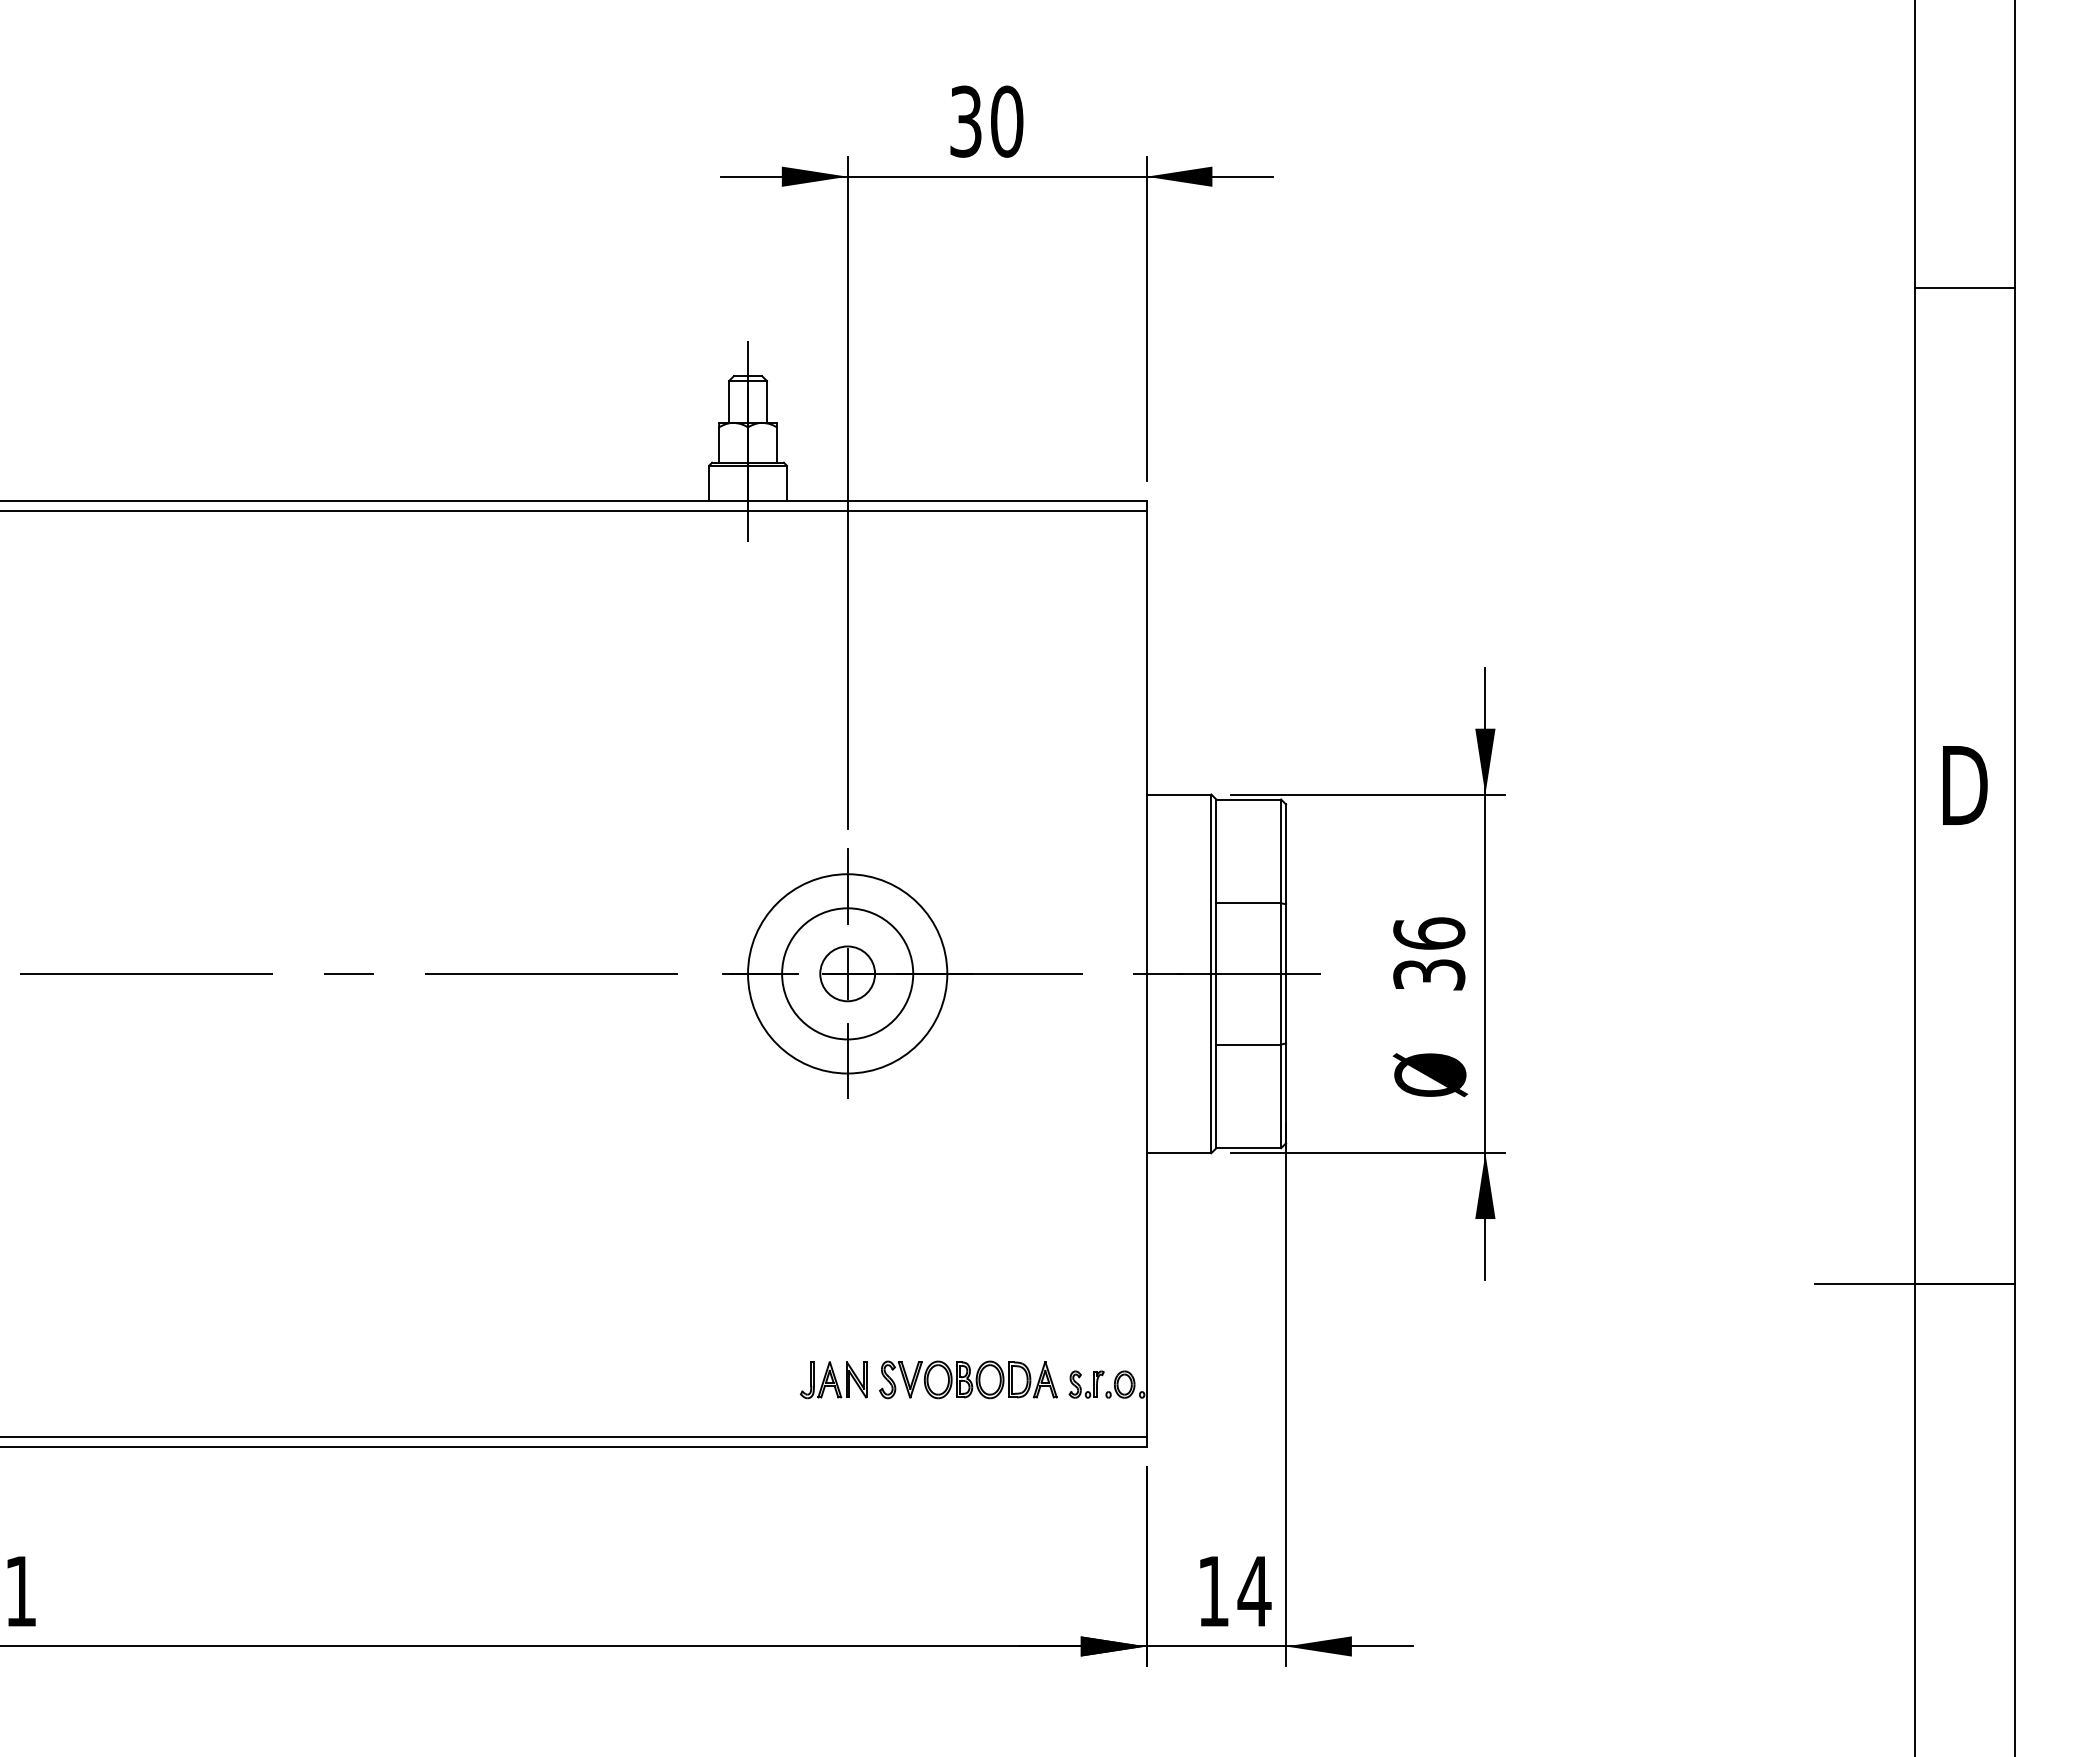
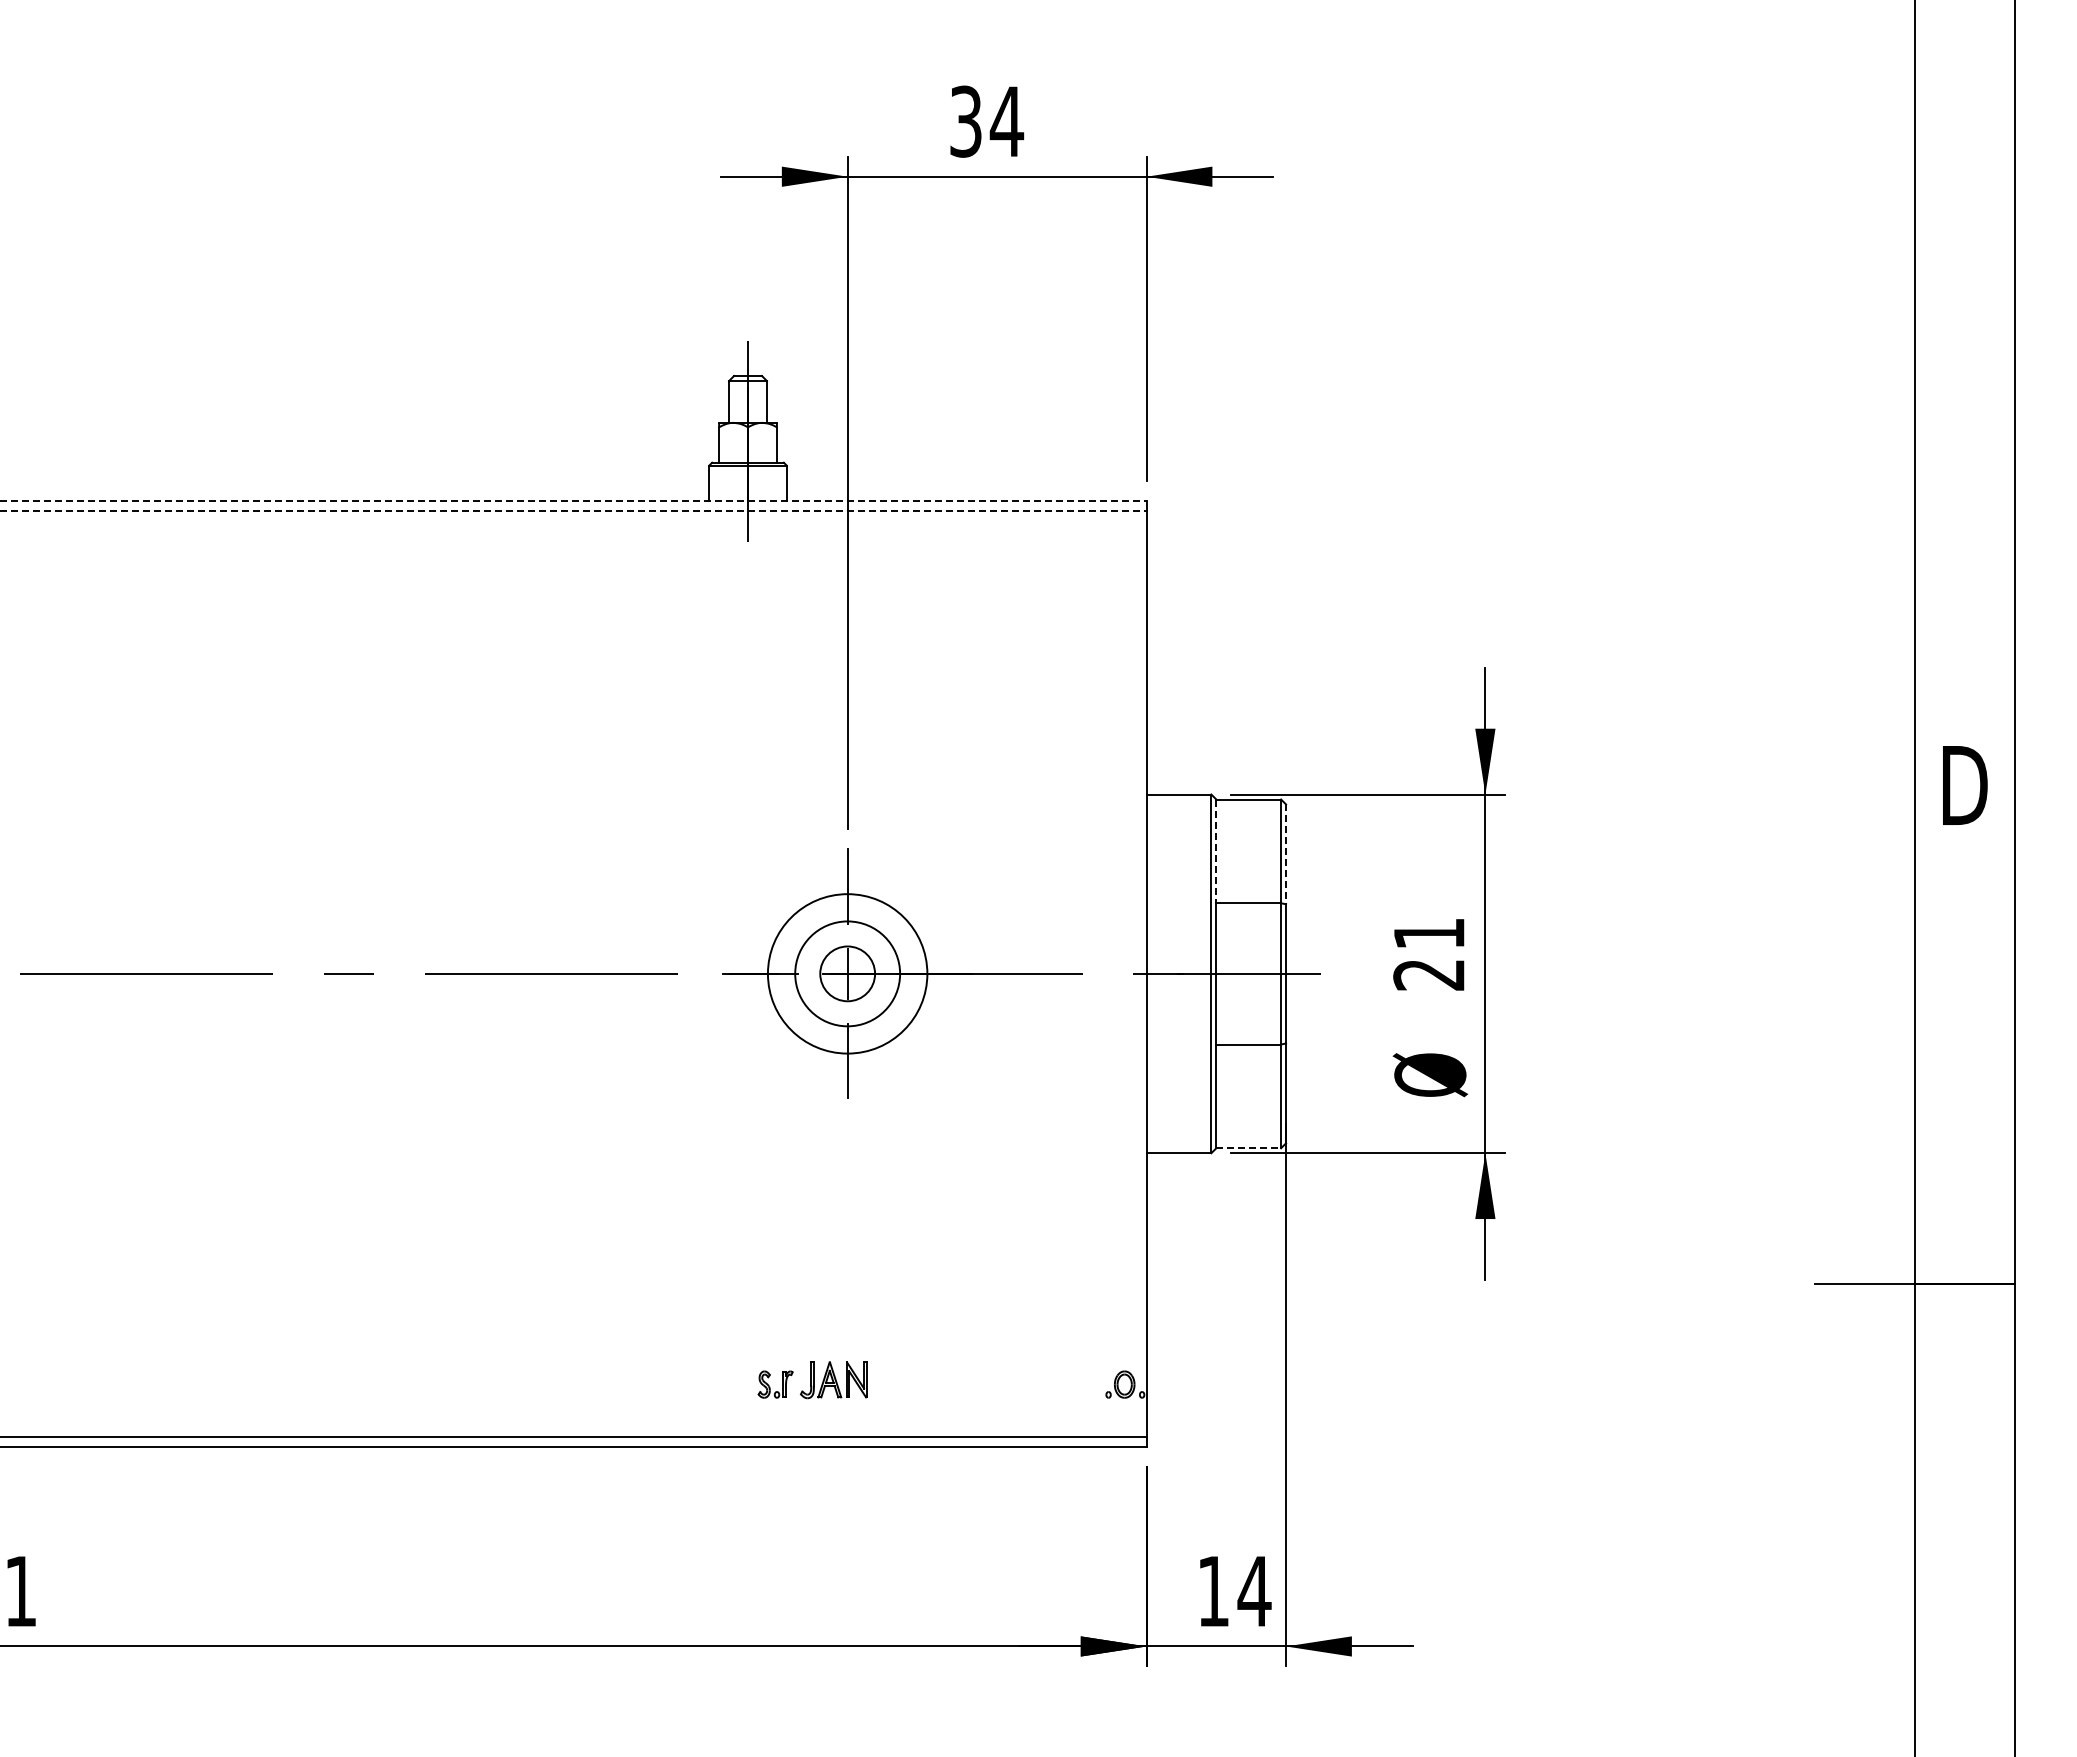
text at (1006, 121): 30 -> 34
line at (1964, 287): present -> none
line at (573, 500): solid -> dashed
line at (573, 510): solid -> dashed
line at (1216, 851): solid -> dashed
line at (1286, 854): solid -> dashed
text at (1429, 953): 36 -> 21
circle at (847, 973) diameter: 131 px -> 105 px
circle at (847, 973) diameter: 199 px -> 159 px
line at (1249, 1148): solid -> dashed
part at (968, 1379): present -> none
part at (1086, 1384) position: (1086, 1384) -> (775, 1384)
